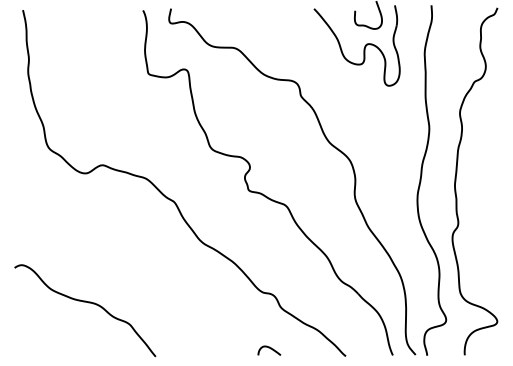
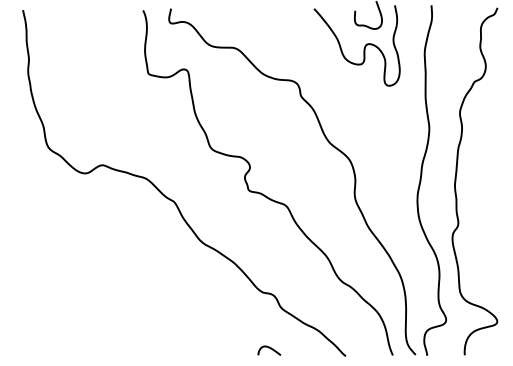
curve at (88, 303): present -> none
